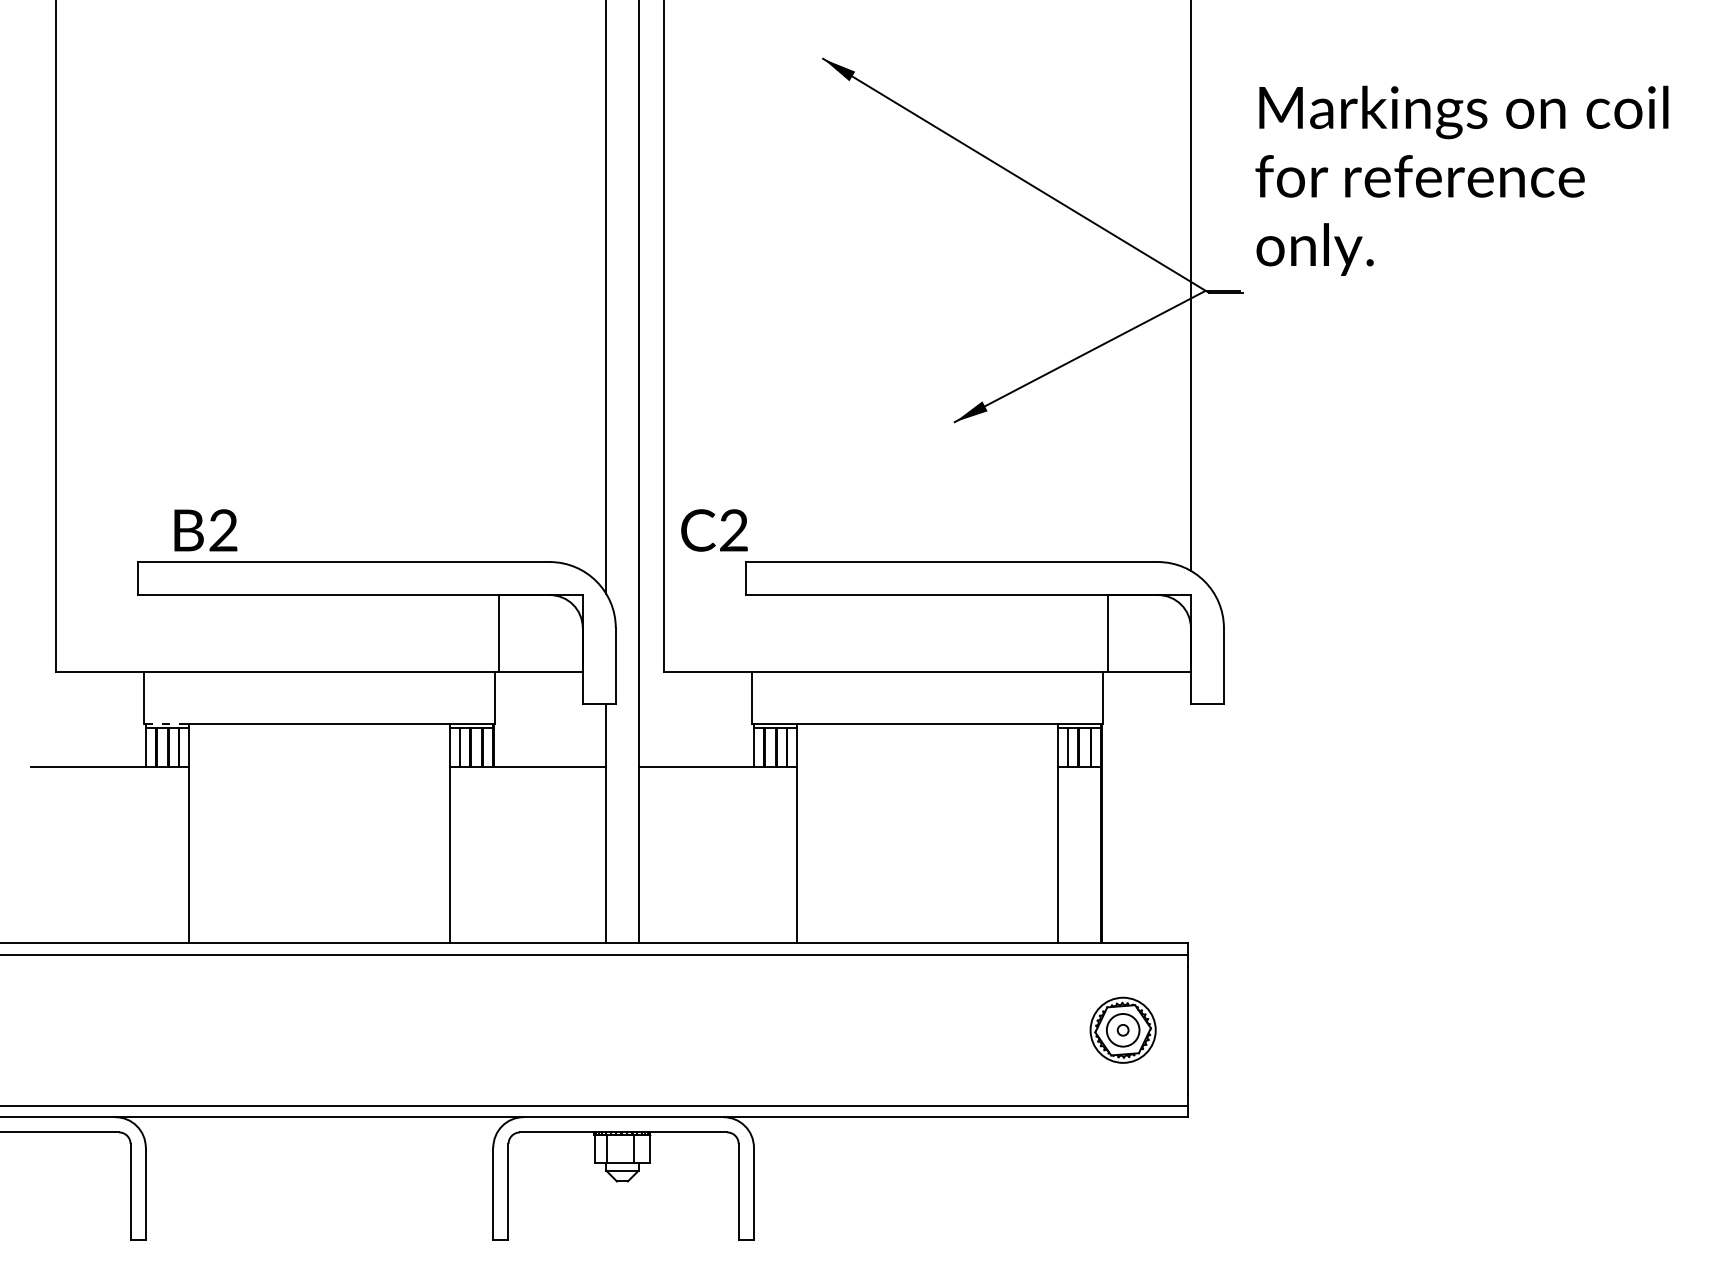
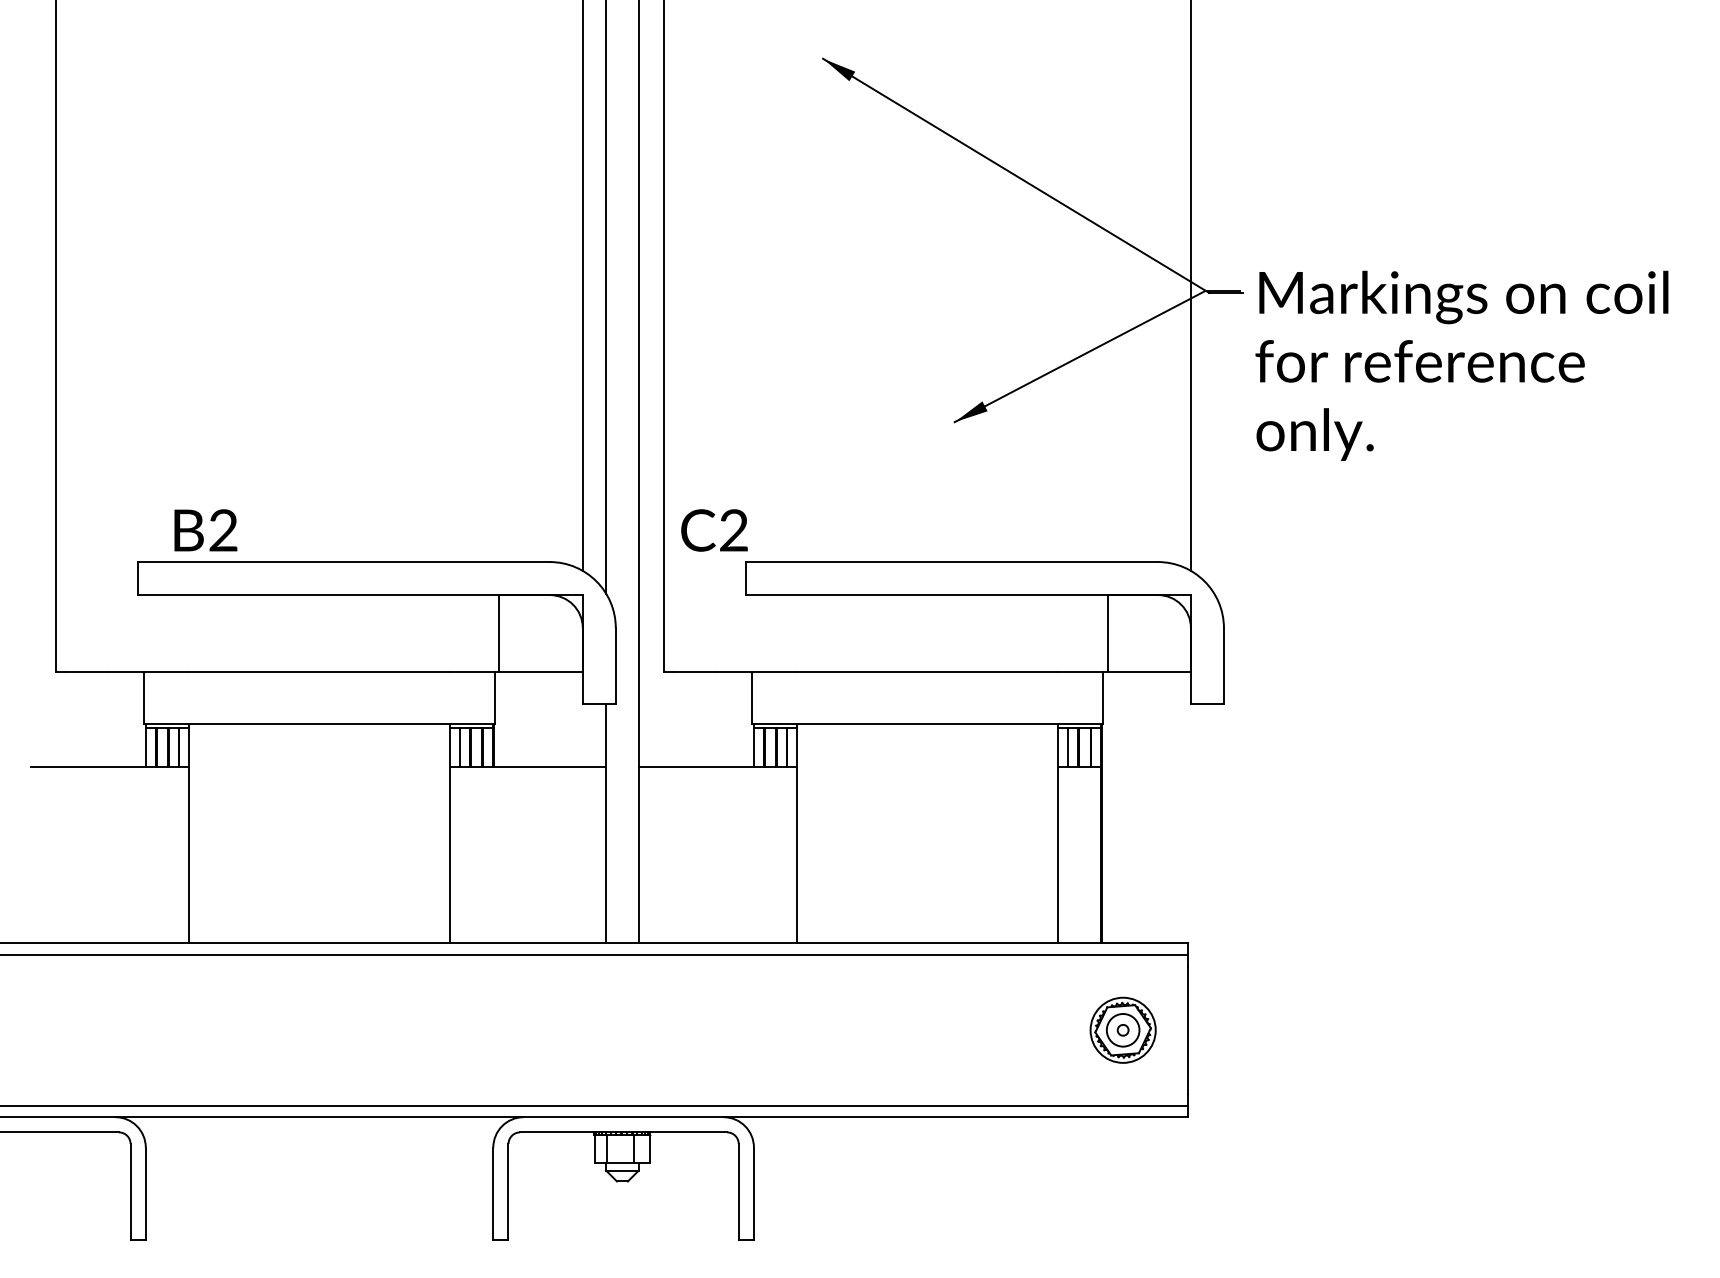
text at (1461, 180) position: (1461, 180) -> (1461, 365)
line at (582, 286): none -> present
line at (165, 723): dashed -> solid
